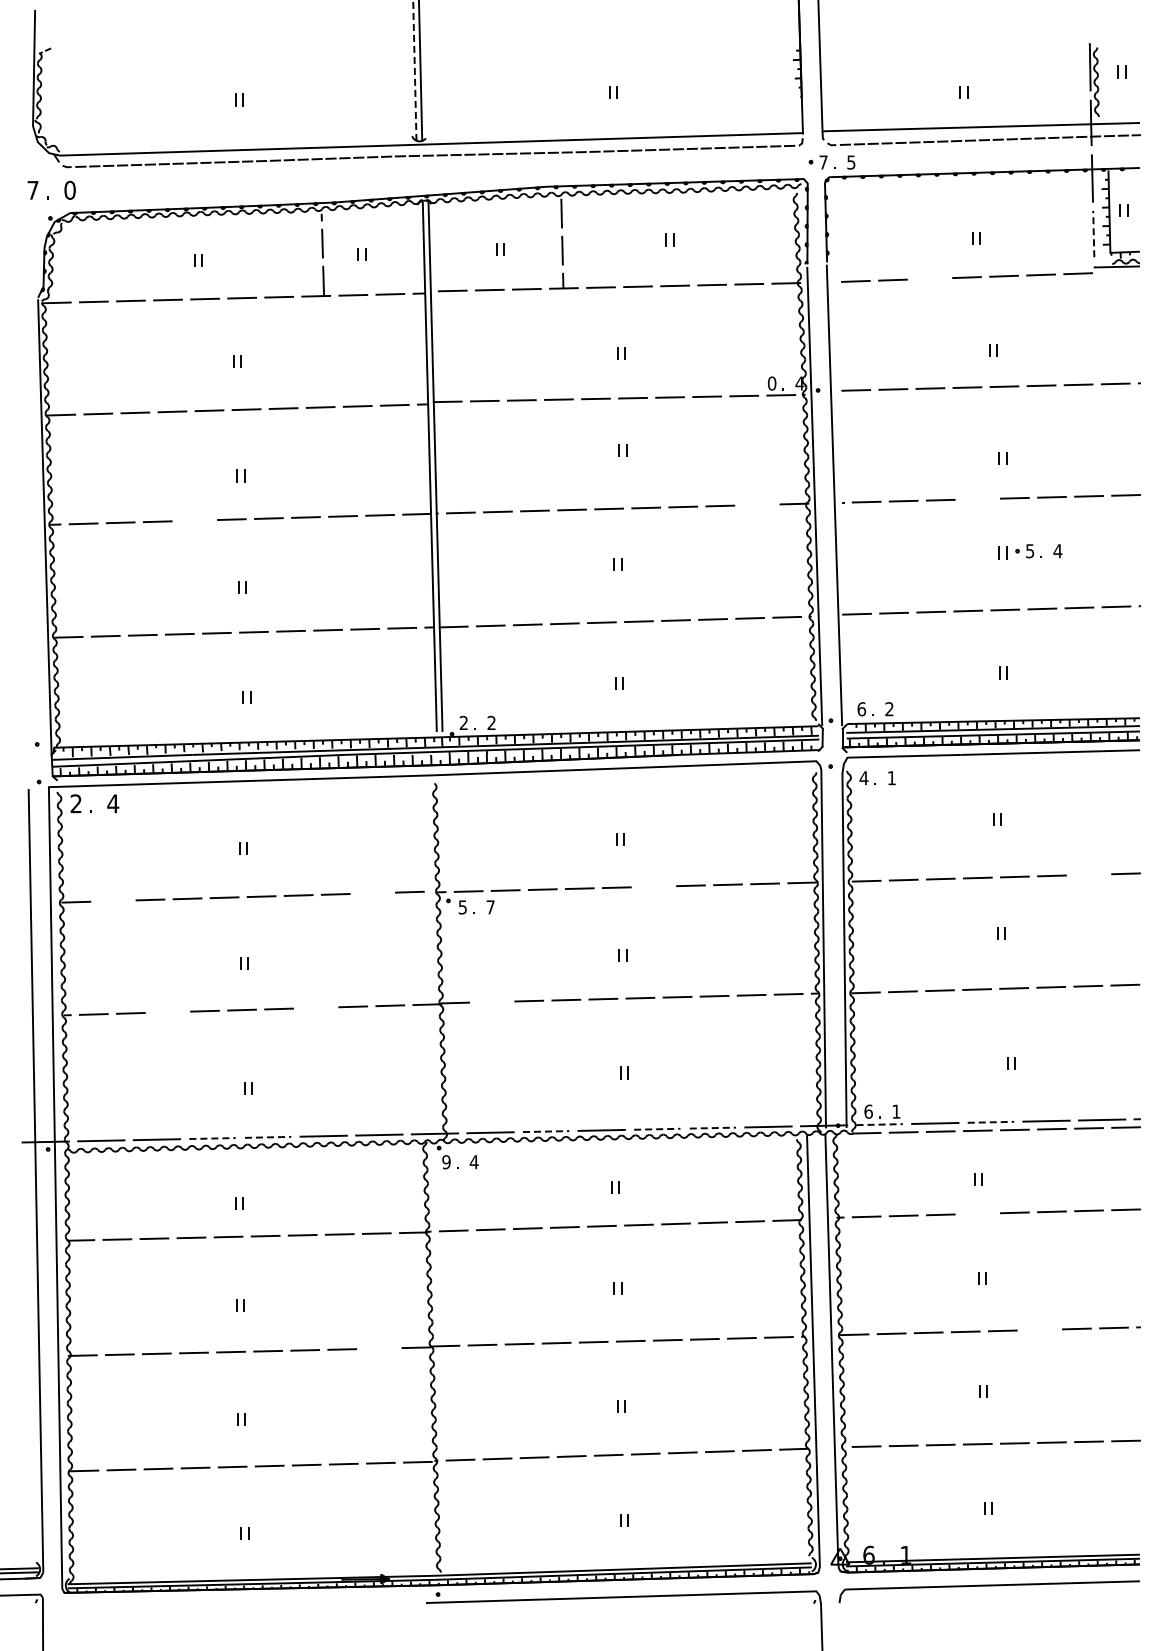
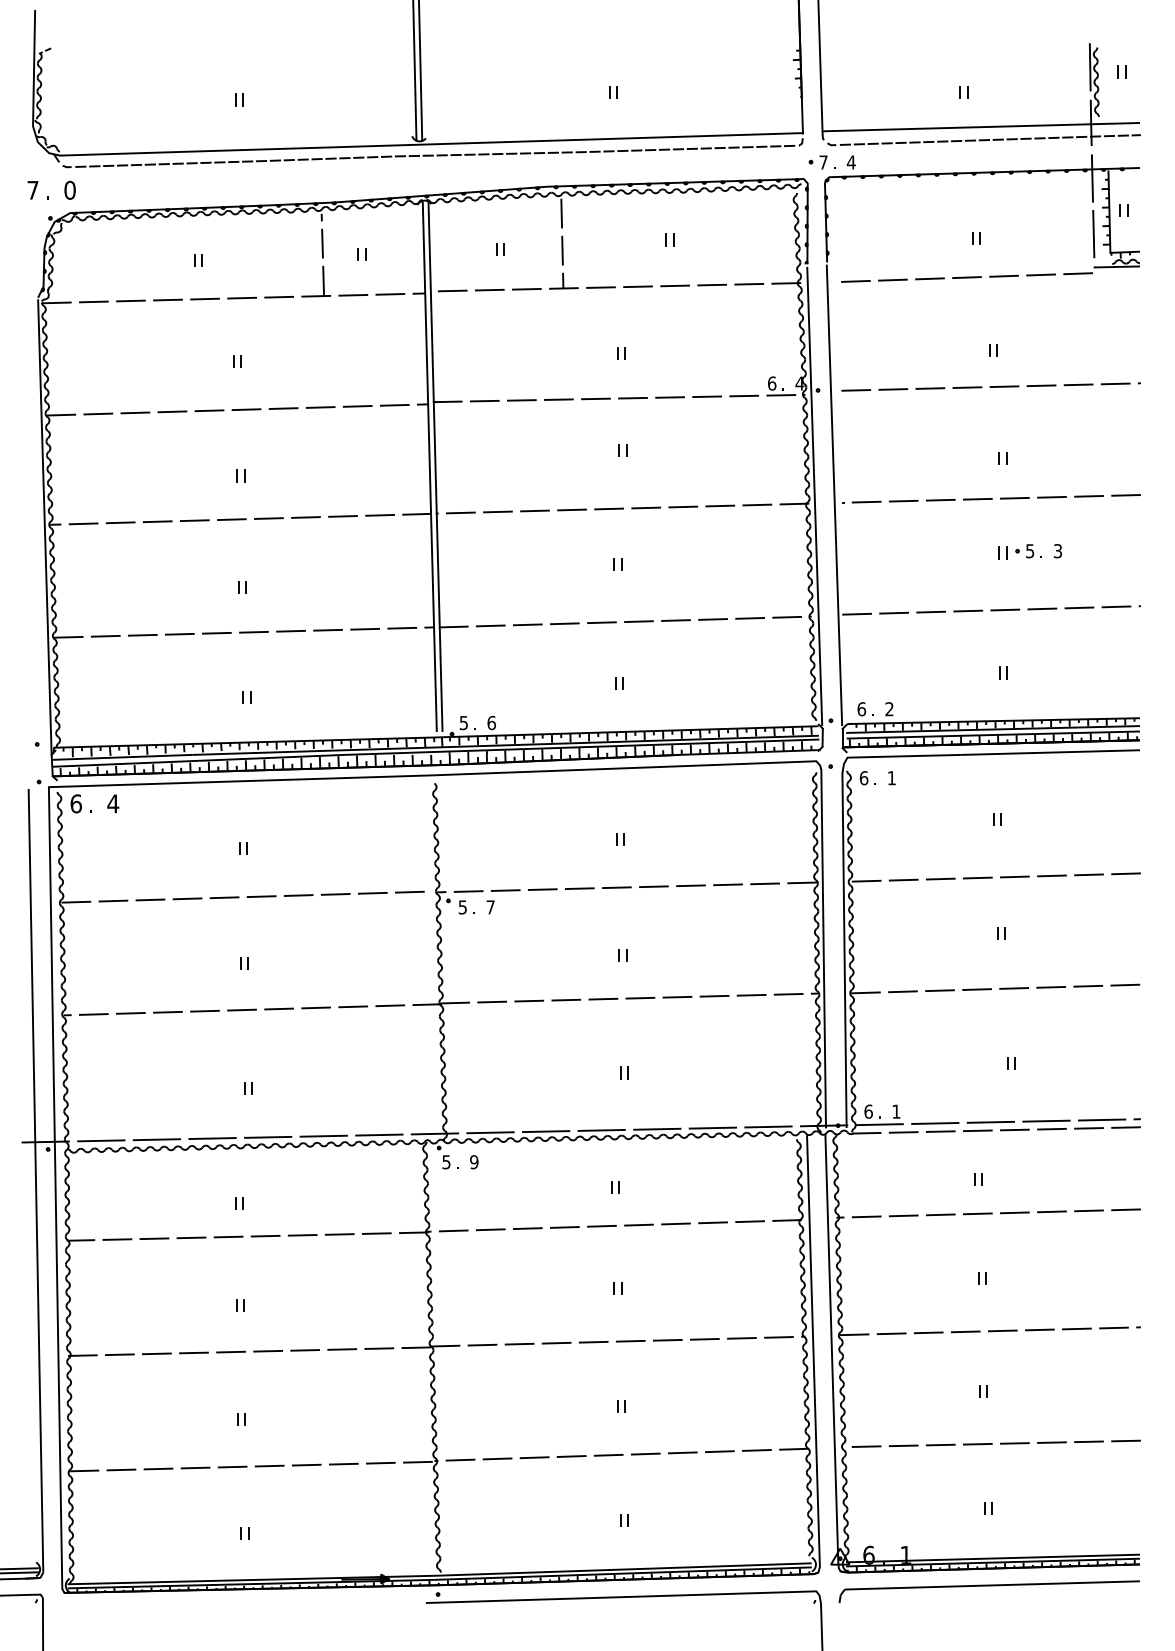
line at (414, 71): dashed -> solid
text at (850, 162): 5 -> 4
line at (1093, 233): dashed -> solid
line at (929, 278): none -> present
text at (772, 383): 0 -> 6
line at (977, 498): none -> present
line at (757, 504): none -> present
line at (194, 520): none -> present
text at (1057, 551): 4 -> 3
text at (463, 722): 2 -> 5
text at (491, 722): 2 -> 6
text at (863, 778): 4 -> 6
text at (76, 803): 2 -> 6
line at (1088, 874): none -> present
line at (653, 886): none -> present
line at (372, 892): none -> present
line at (113, 900): none -> present
line at (492, 1001): none -> present
line at (315, 1007): none -> present
line at (167, 1011): none -> present
line at (991, 1122): dashed -> solid
line at (880, 1124): dashed -> solid
line at (713, 1128): dashed -> solid
line at (657, 1129): dashed -> solid
line at (546, 1131): dashed -> solid
line at (268, 1137): dashed -> solid
line at (213, 1138): dashed -> solid
text at (446, 1162): 9 -> 5
text at (473, 1162): 4 -> 9
line at (977, 1213): none -> present
line at (1039, 1329): none -> present
line at (379, 1348): none -> present
